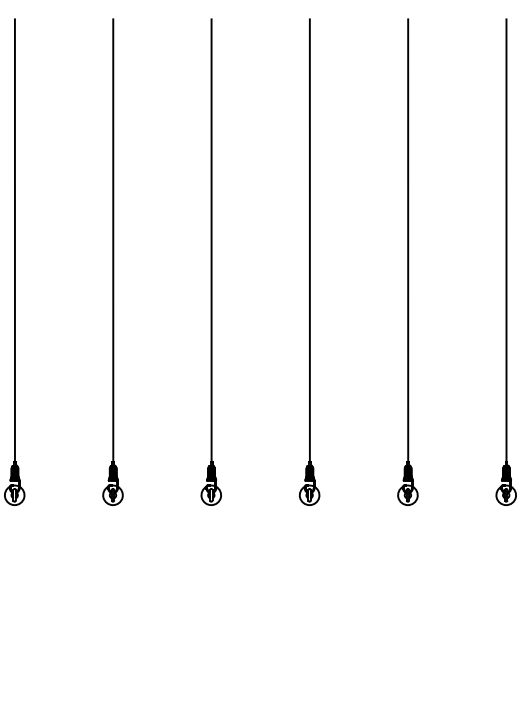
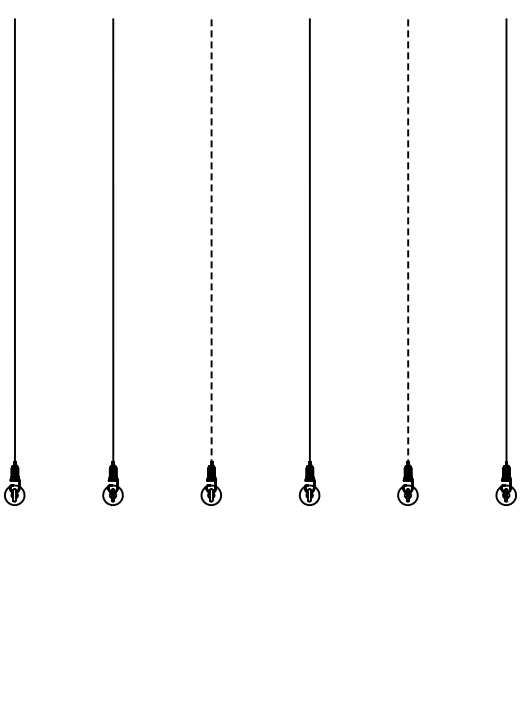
line at (211, 241): solid -> dashed
line at (408, 241): solid -> dashed
